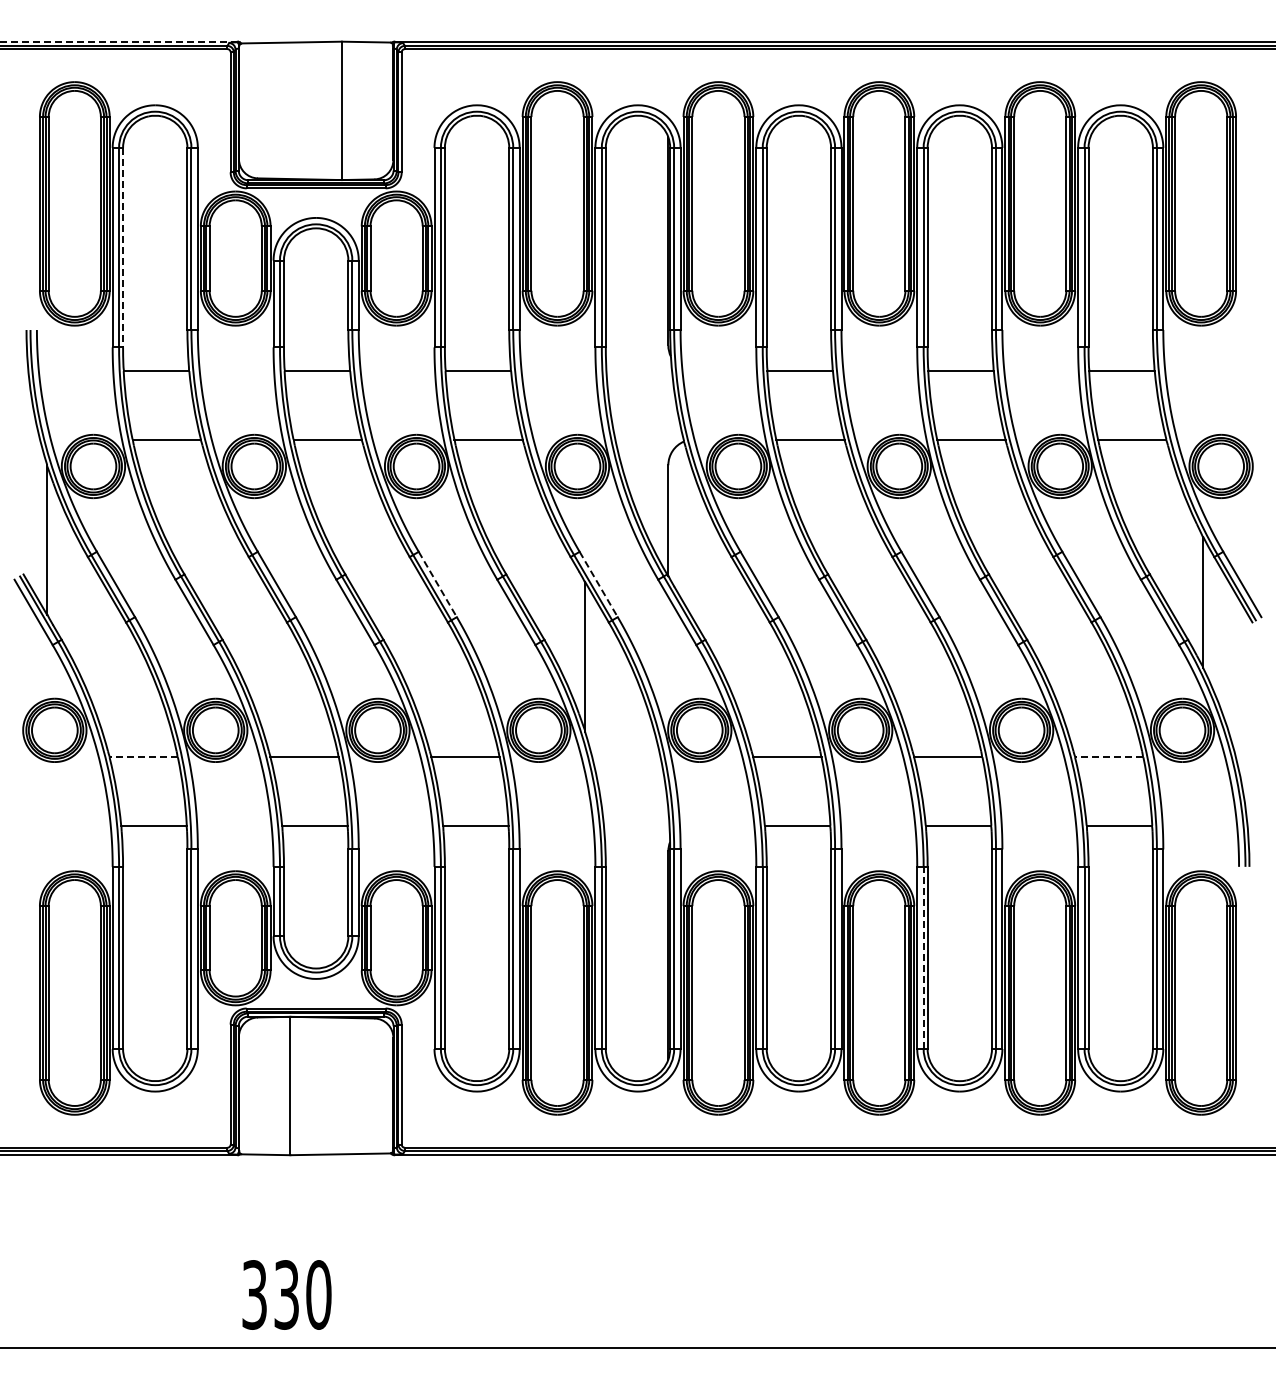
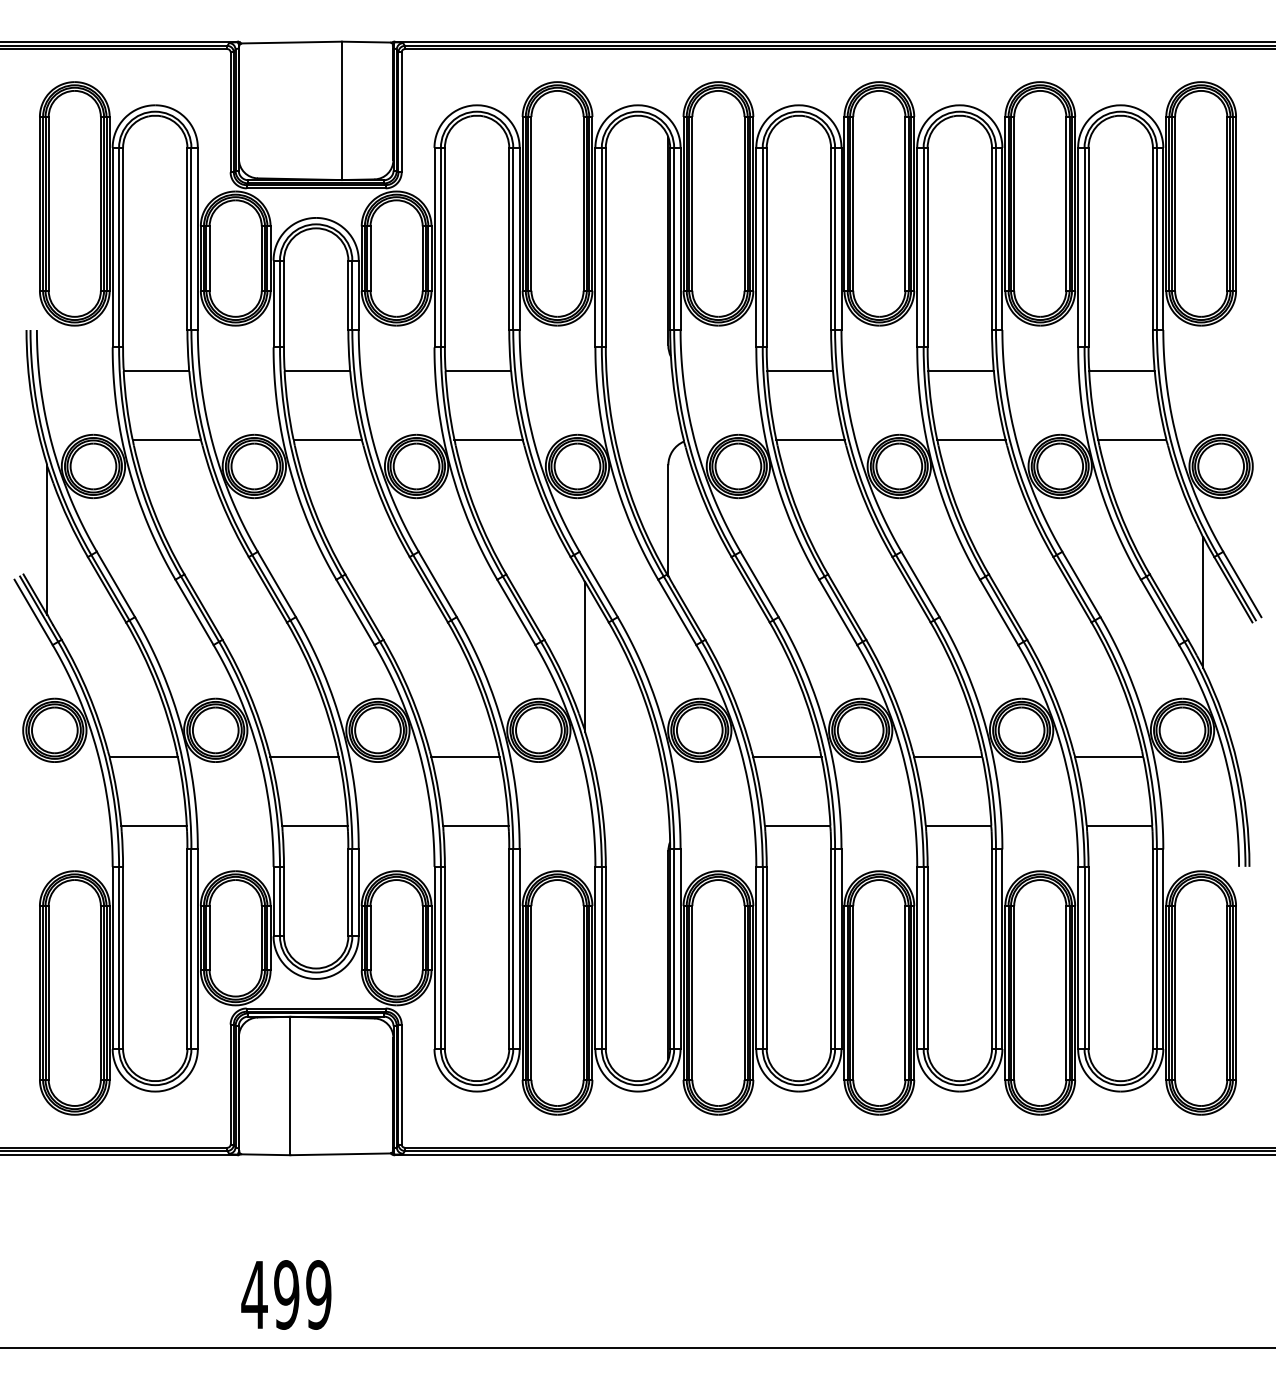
line at (118, 41): dashed -> solid
line at (123, 247): dashed -> solid
line at (437, 584): dashed -> solid
line at (598, 584): dashed -> solid
line at (143, 757): dashed -> solid
line at (1108, 757): dashed -> solid
line at (923, 957): dashed -> solid
text at (286, 1294): 330 -> 499
